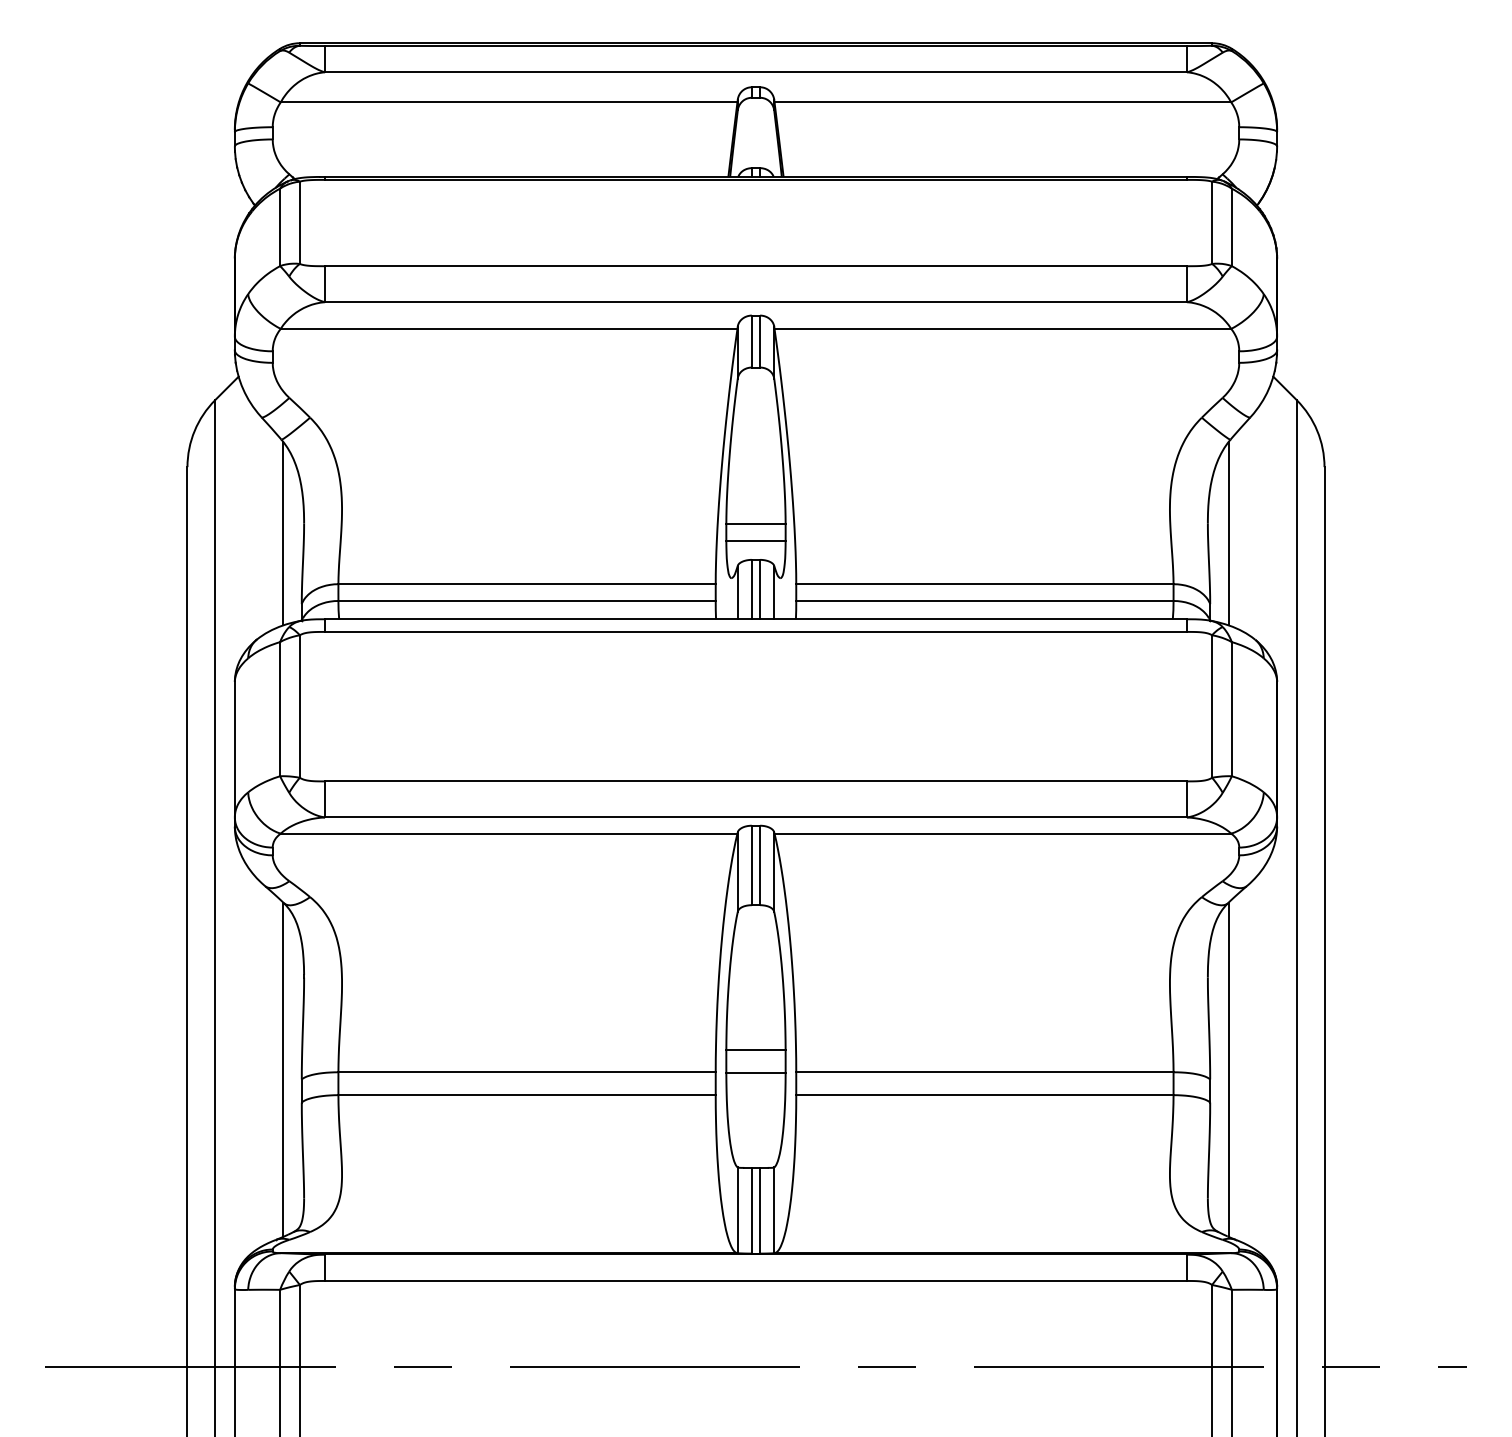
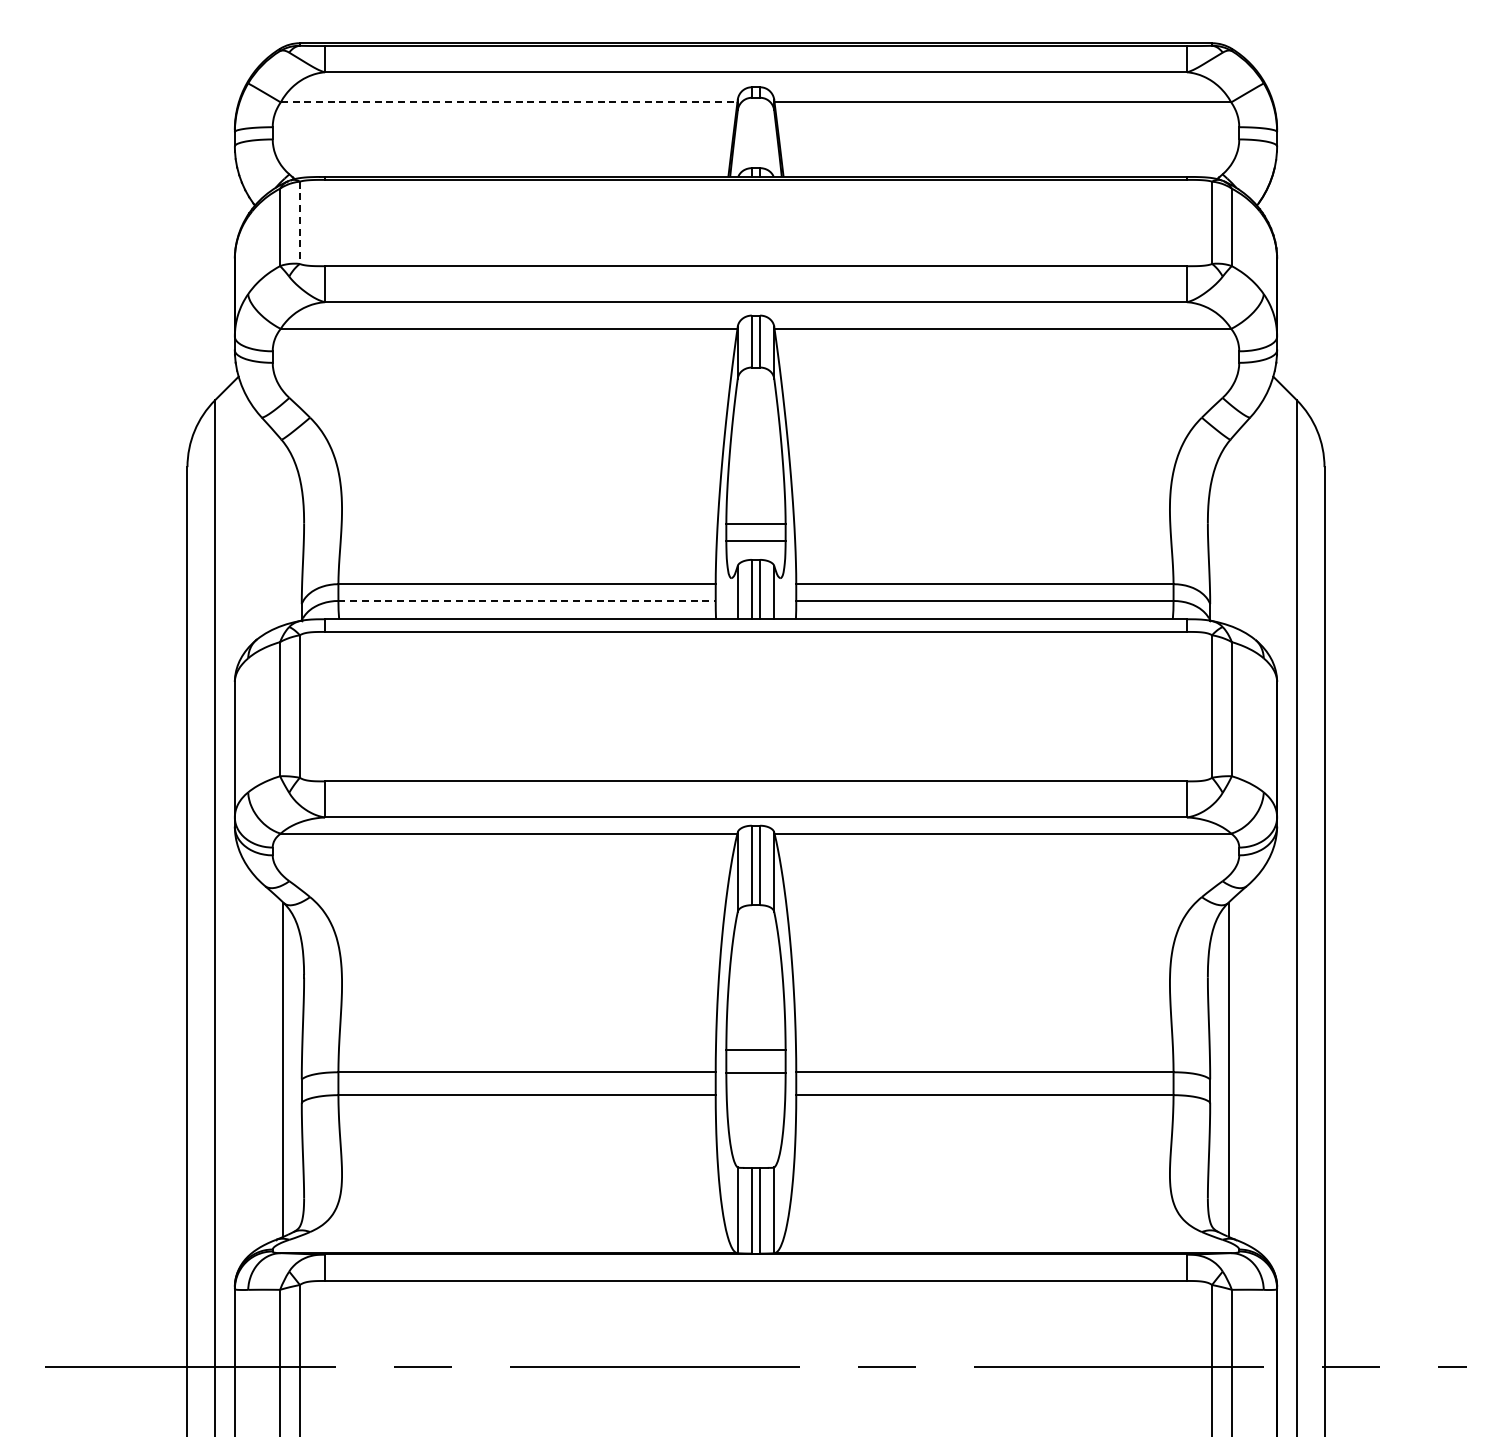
line at (509, 102): solid -> dashed
line at (299, 223): solid -> dashed
line at (283, 533): present -> none
line at (1228, 533): present -> none
line at (527, 600): solid -> dashed
